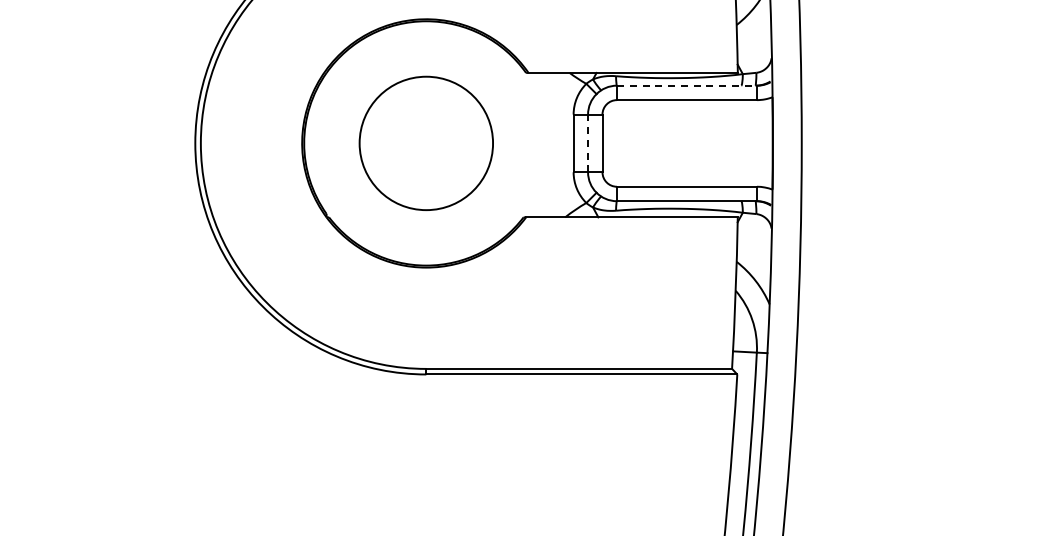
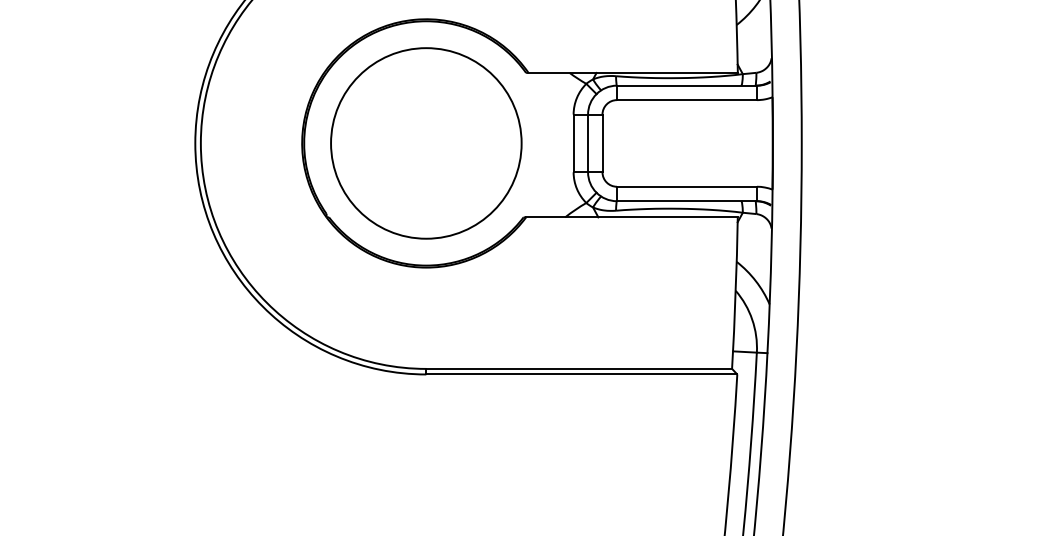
line at (687, 85): dashed -> solid
circle at (426, 143) diameter: 133 px -> 191 px
line at (588, 143): dashed -> solid
